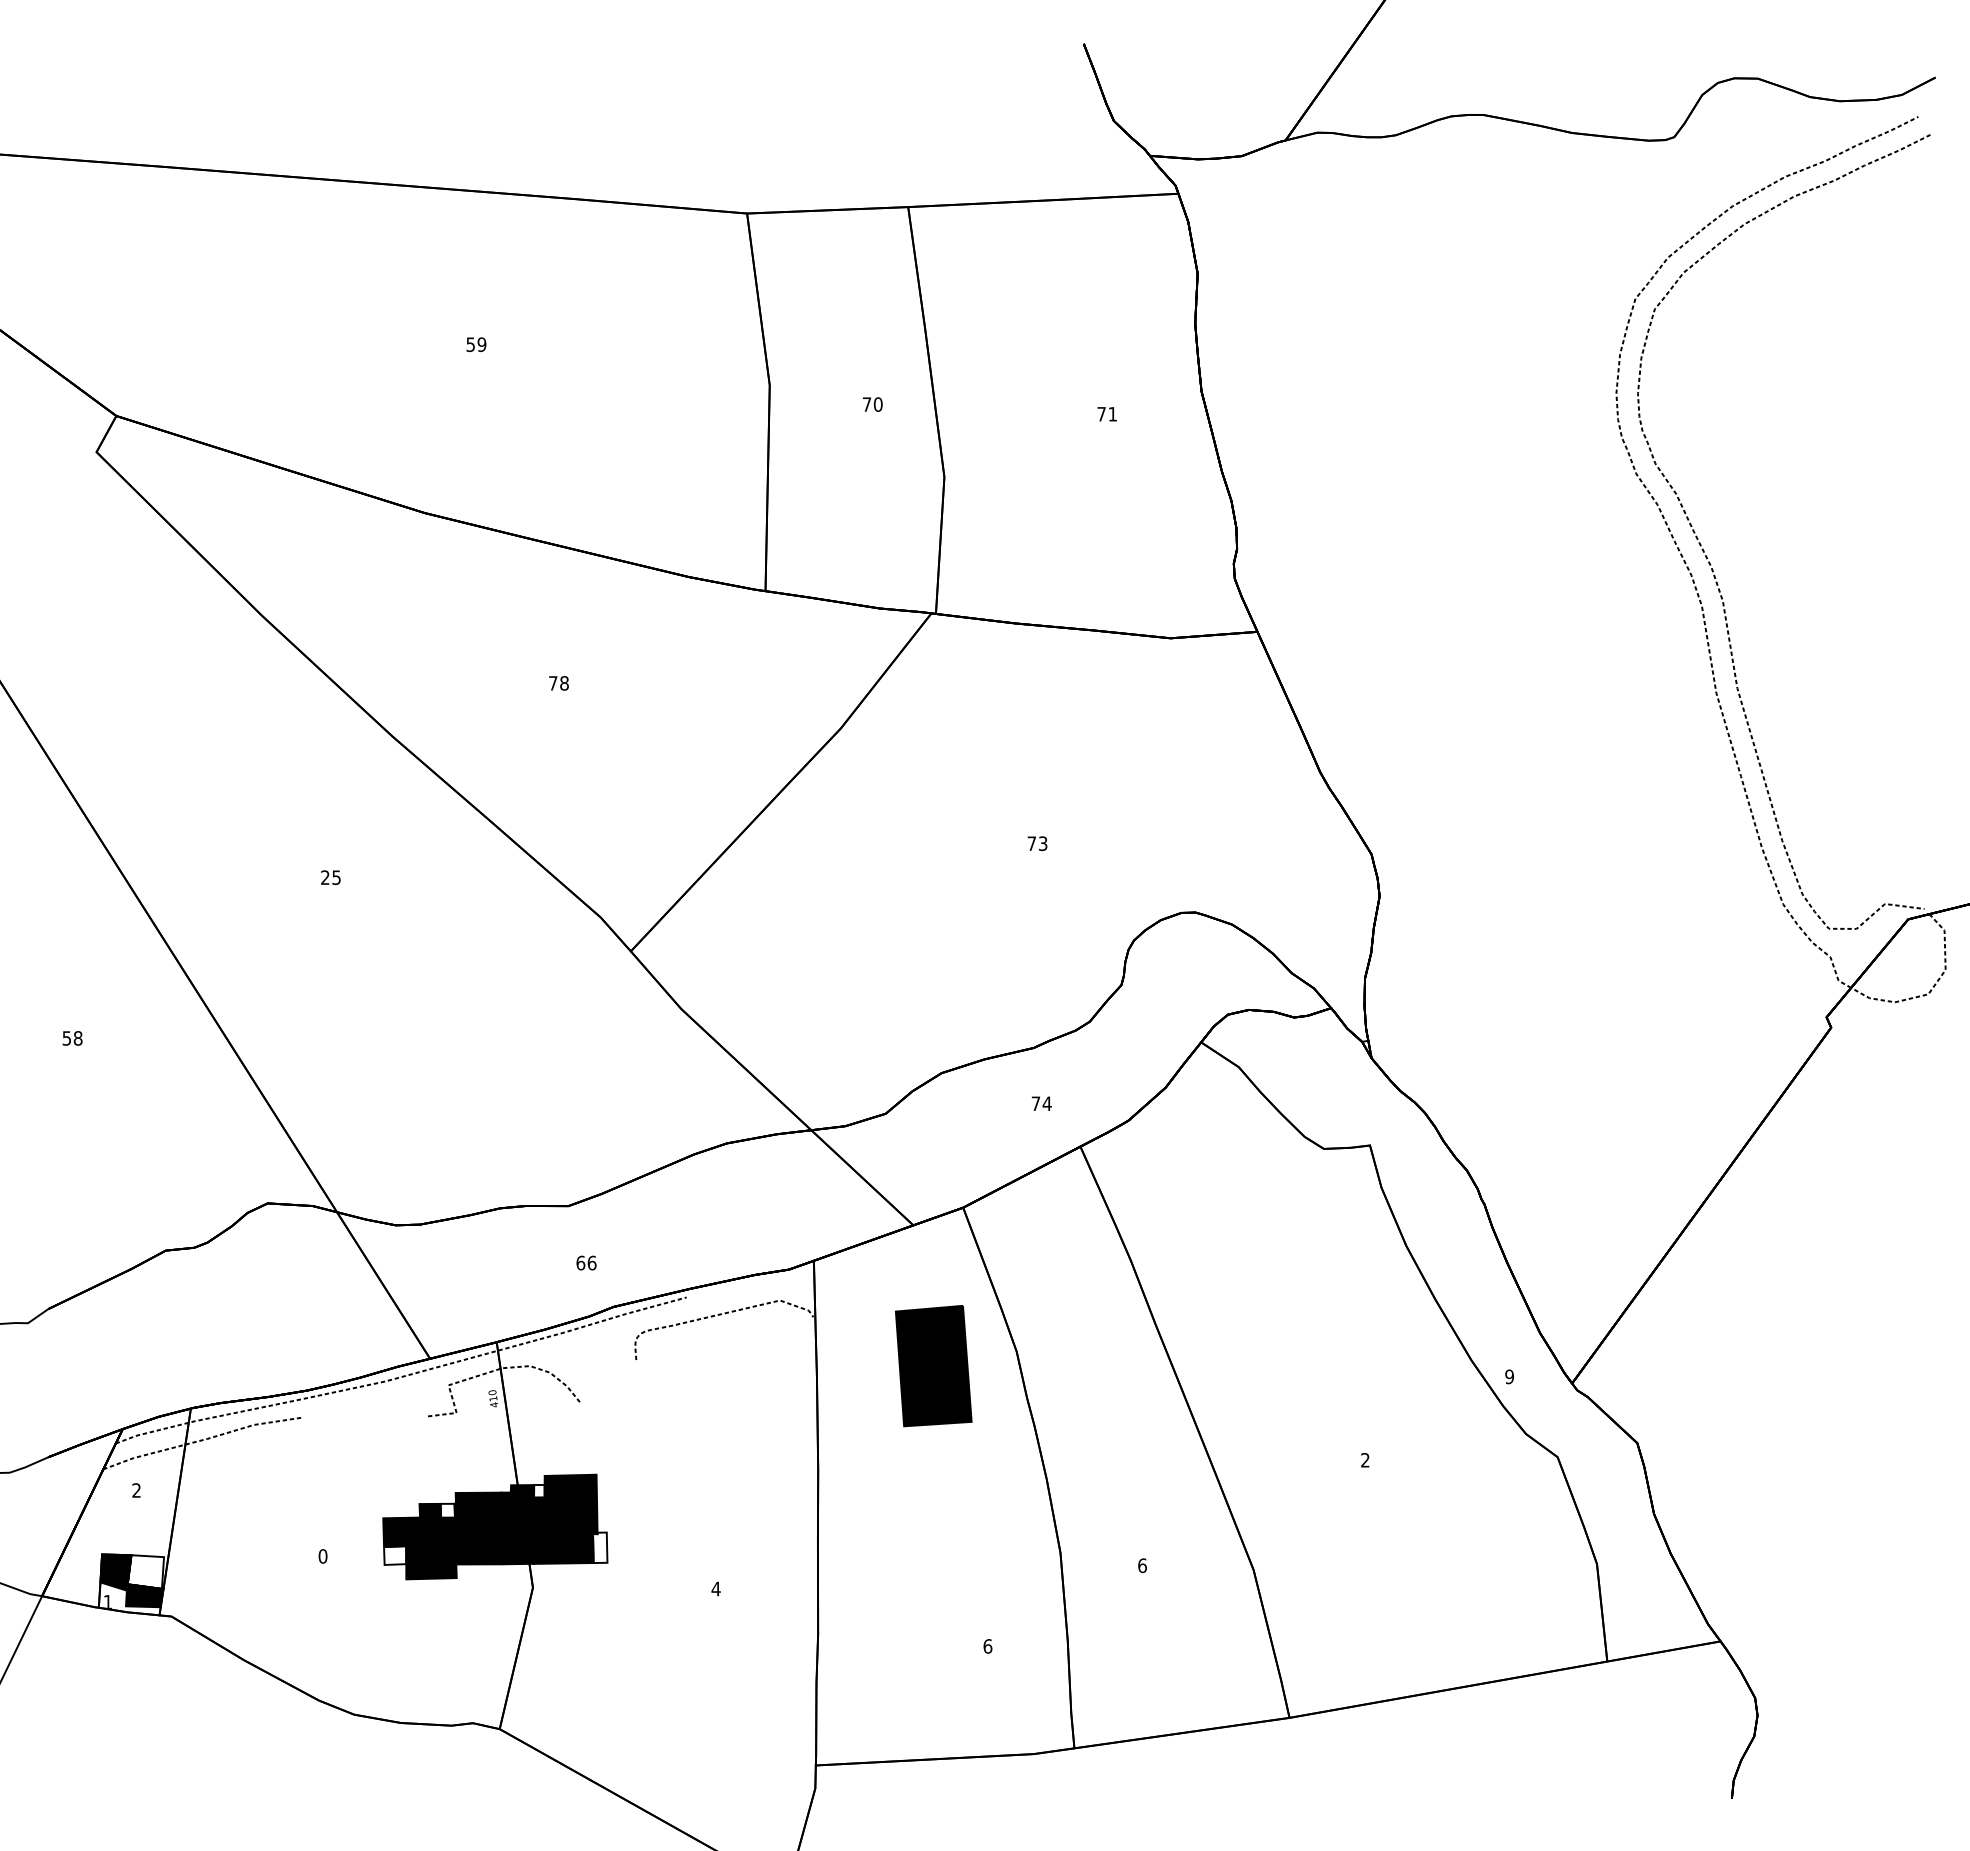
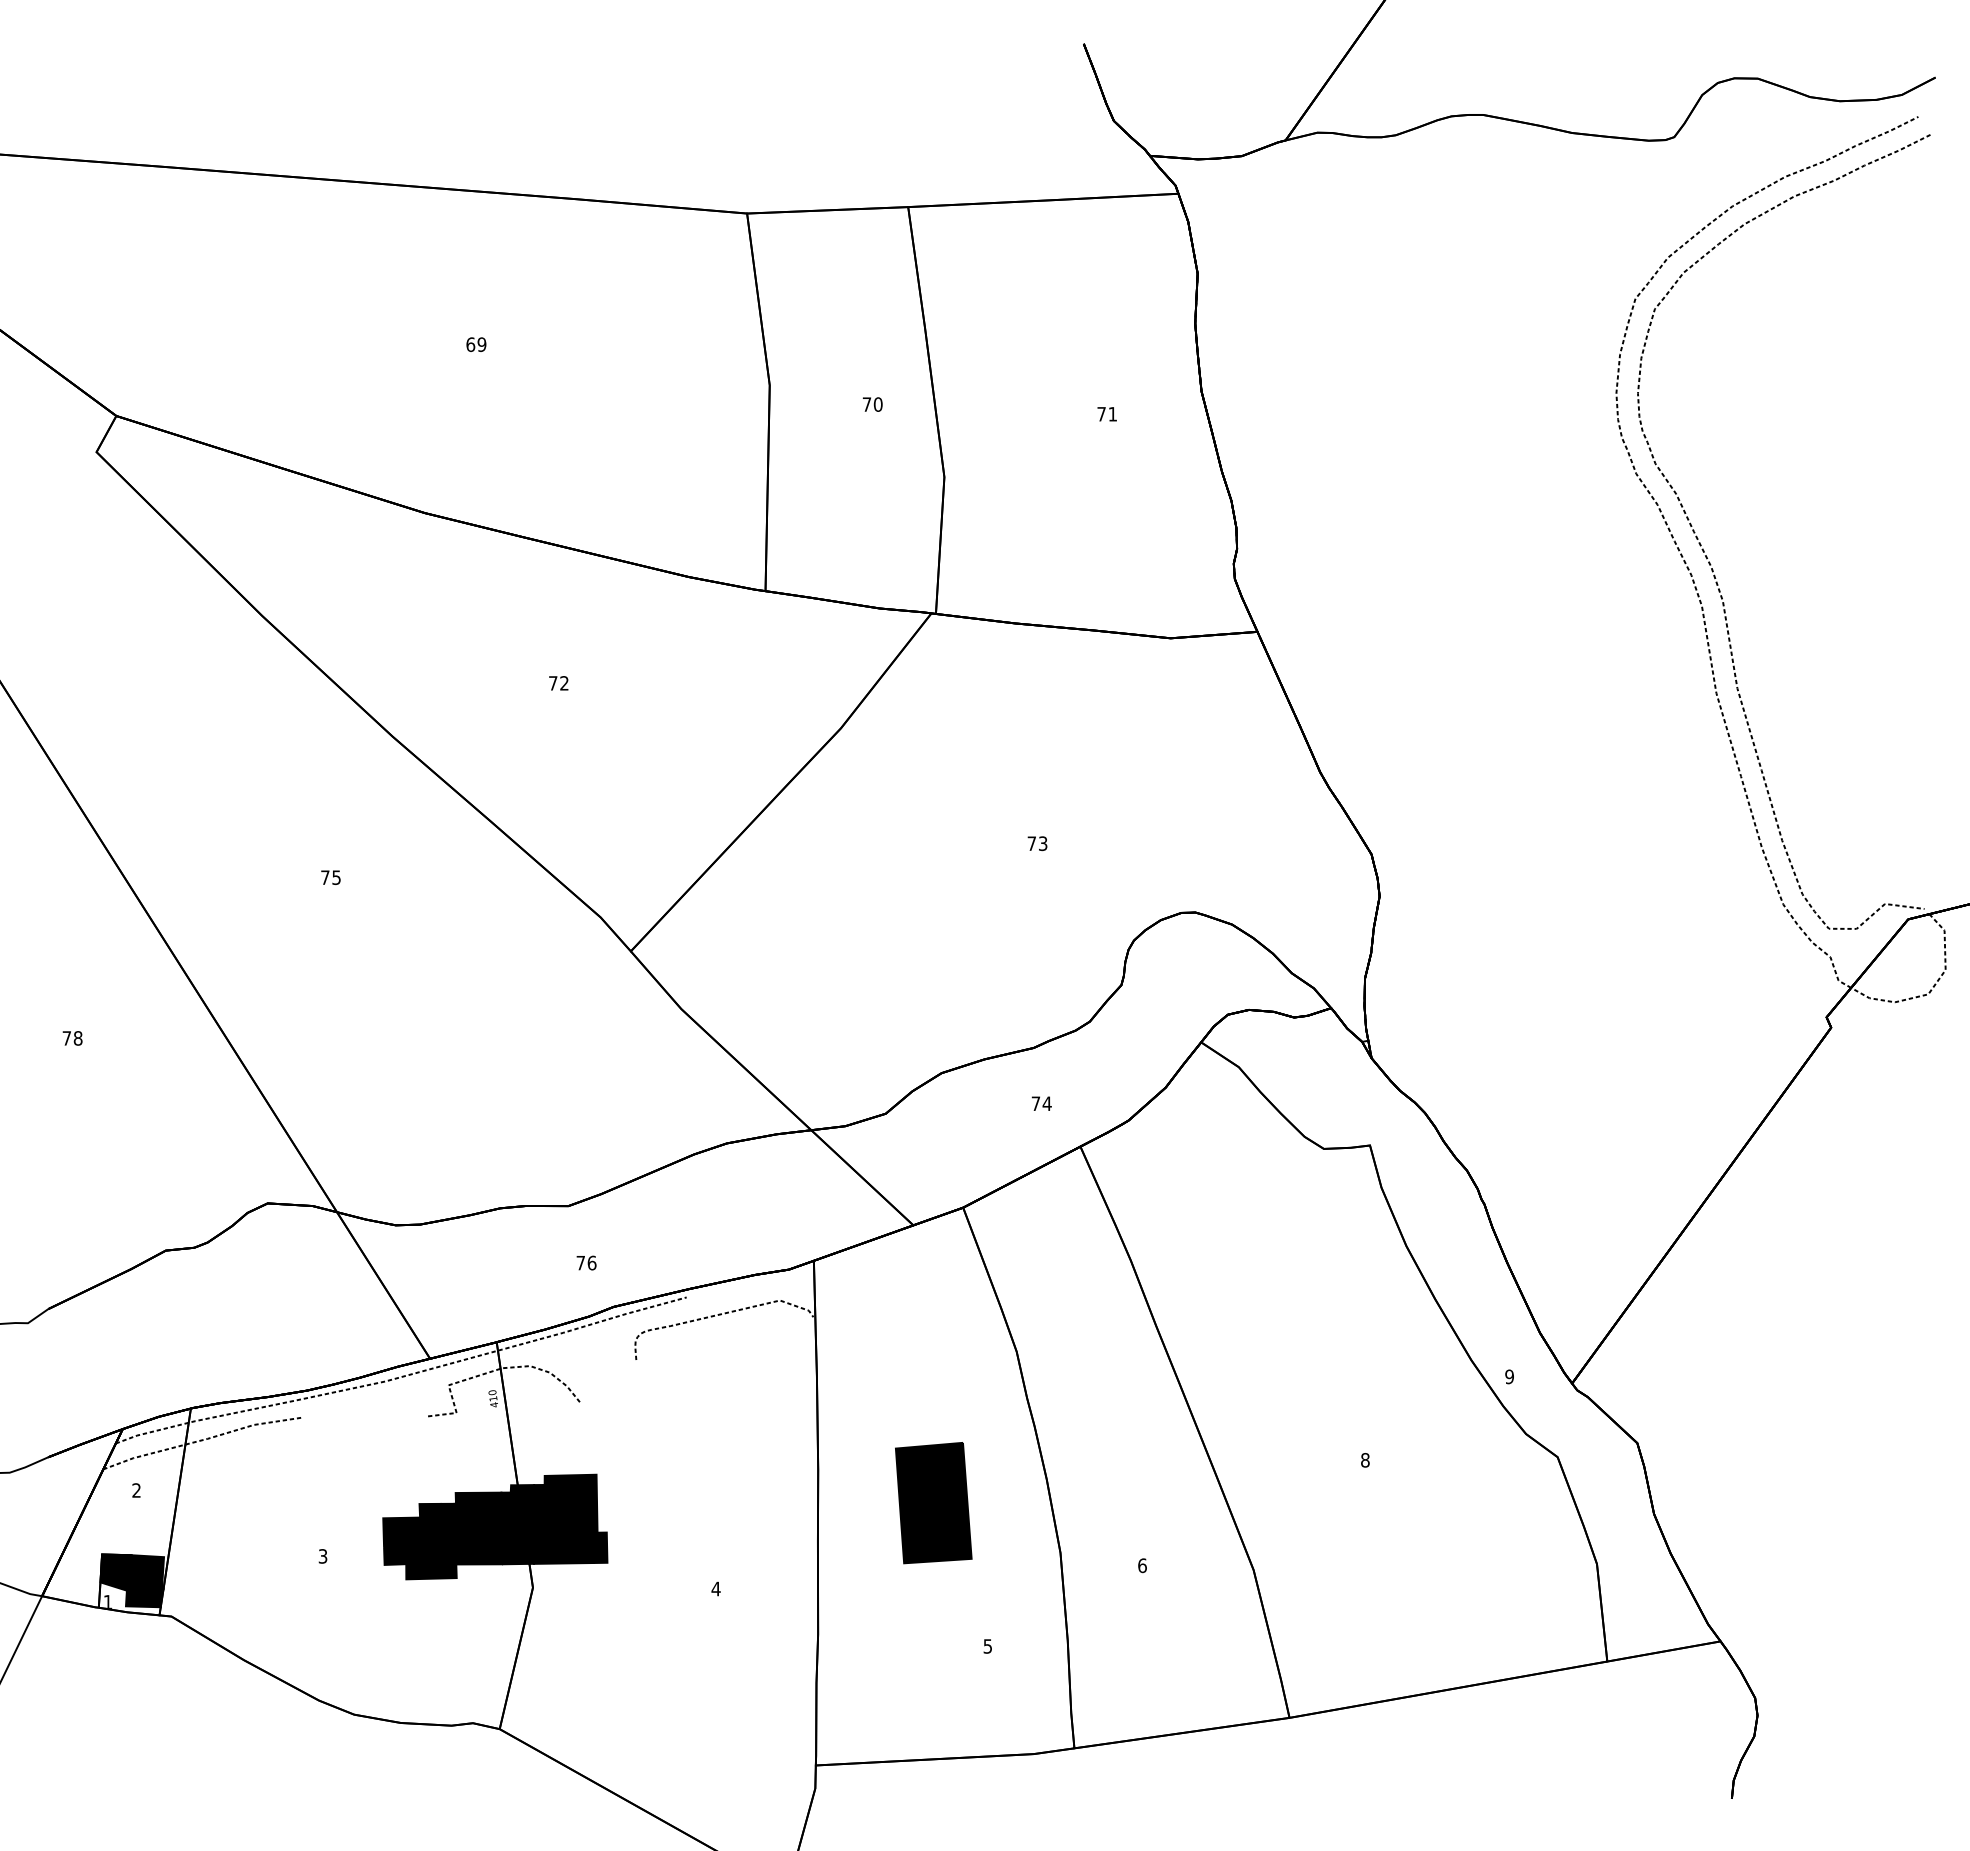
text at (470, 344): 59 -> 69
text at (564, 683): 78 -> 72
text at (325, 877): 25 -> 75
text at (66, 1038): 58 -> 78
text at (580, 1262): 66 -> 76
part at (933, 1366) position: (933, 1366) -> (933, 1503)
text at (1365, 1460): 2 -> 8
fill at (539, 1490): none -> present
fill at (447, 1510): none -> present
fill at (600, 1547): none -> present
fill at (395, 1555): none -> present
text at (322, 1556): 0 -> 3
fill at (145, 1571): none -> present
text at (987, 1646): 6 -> 5
